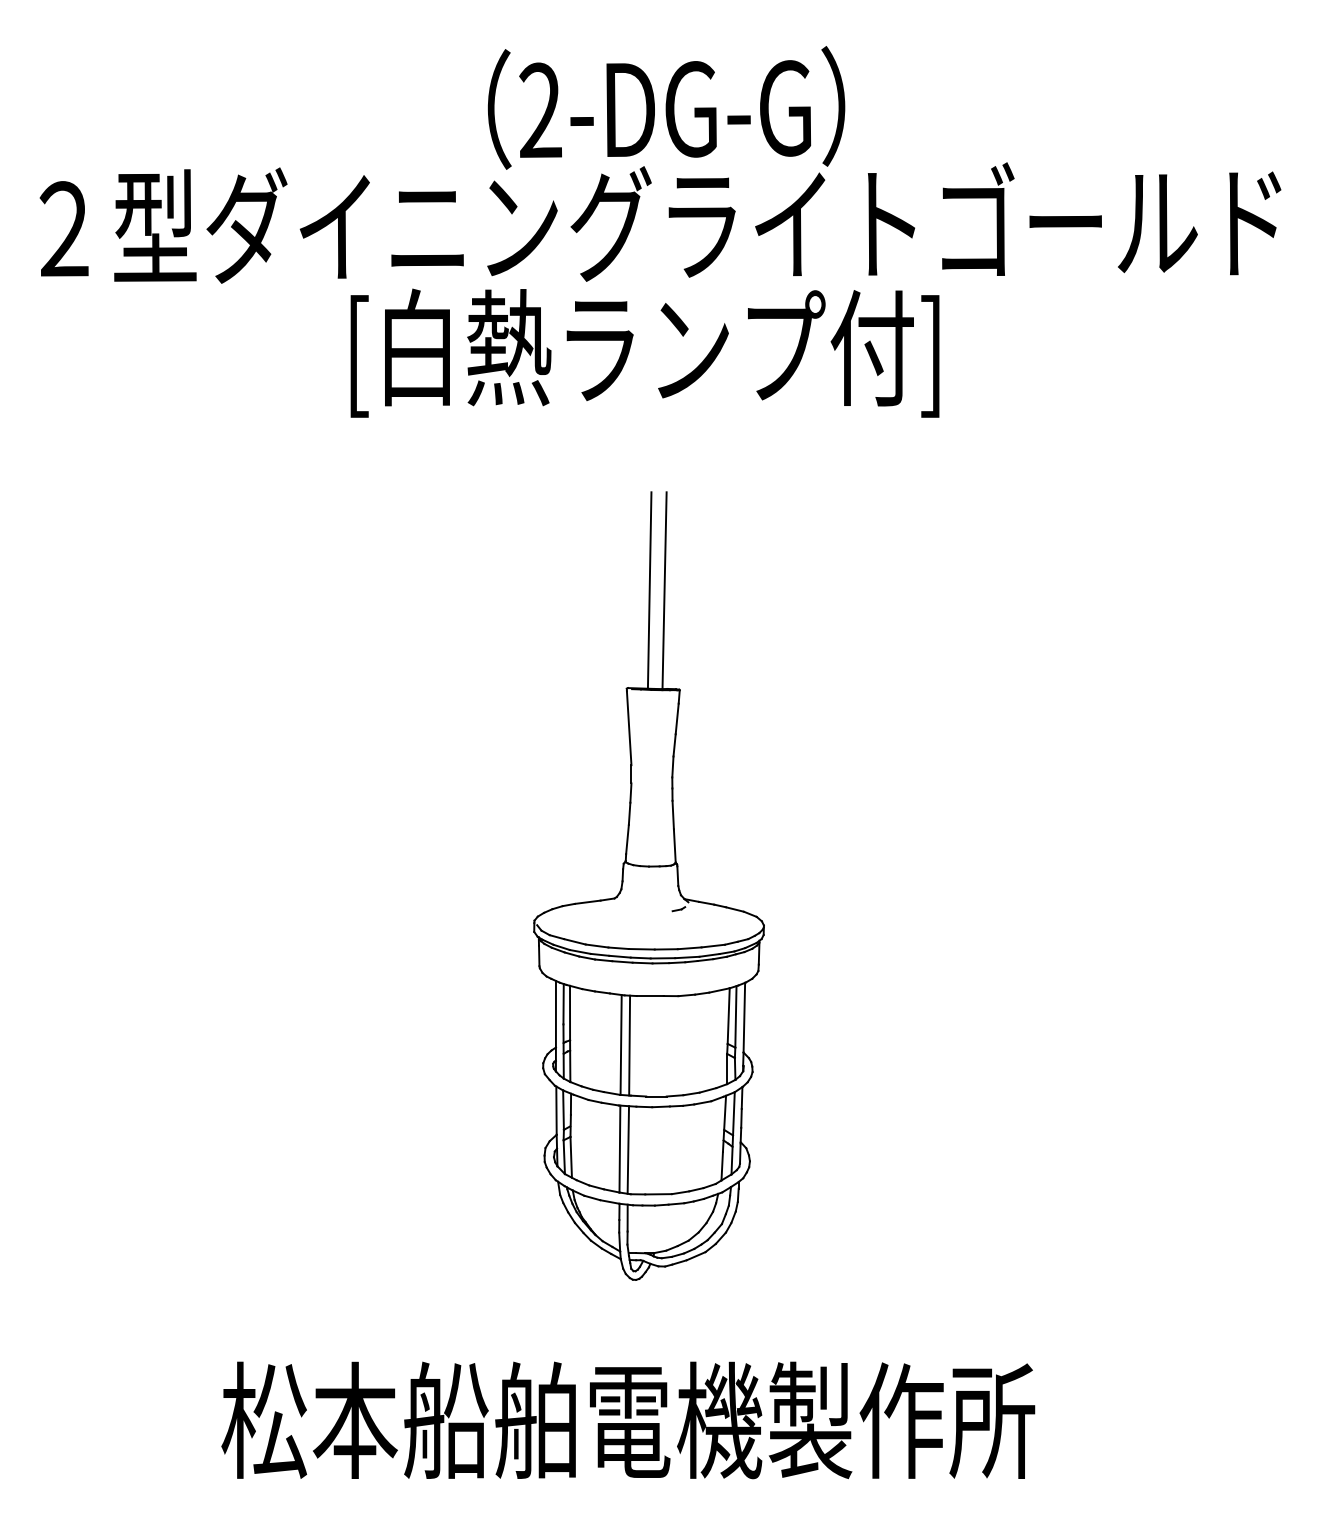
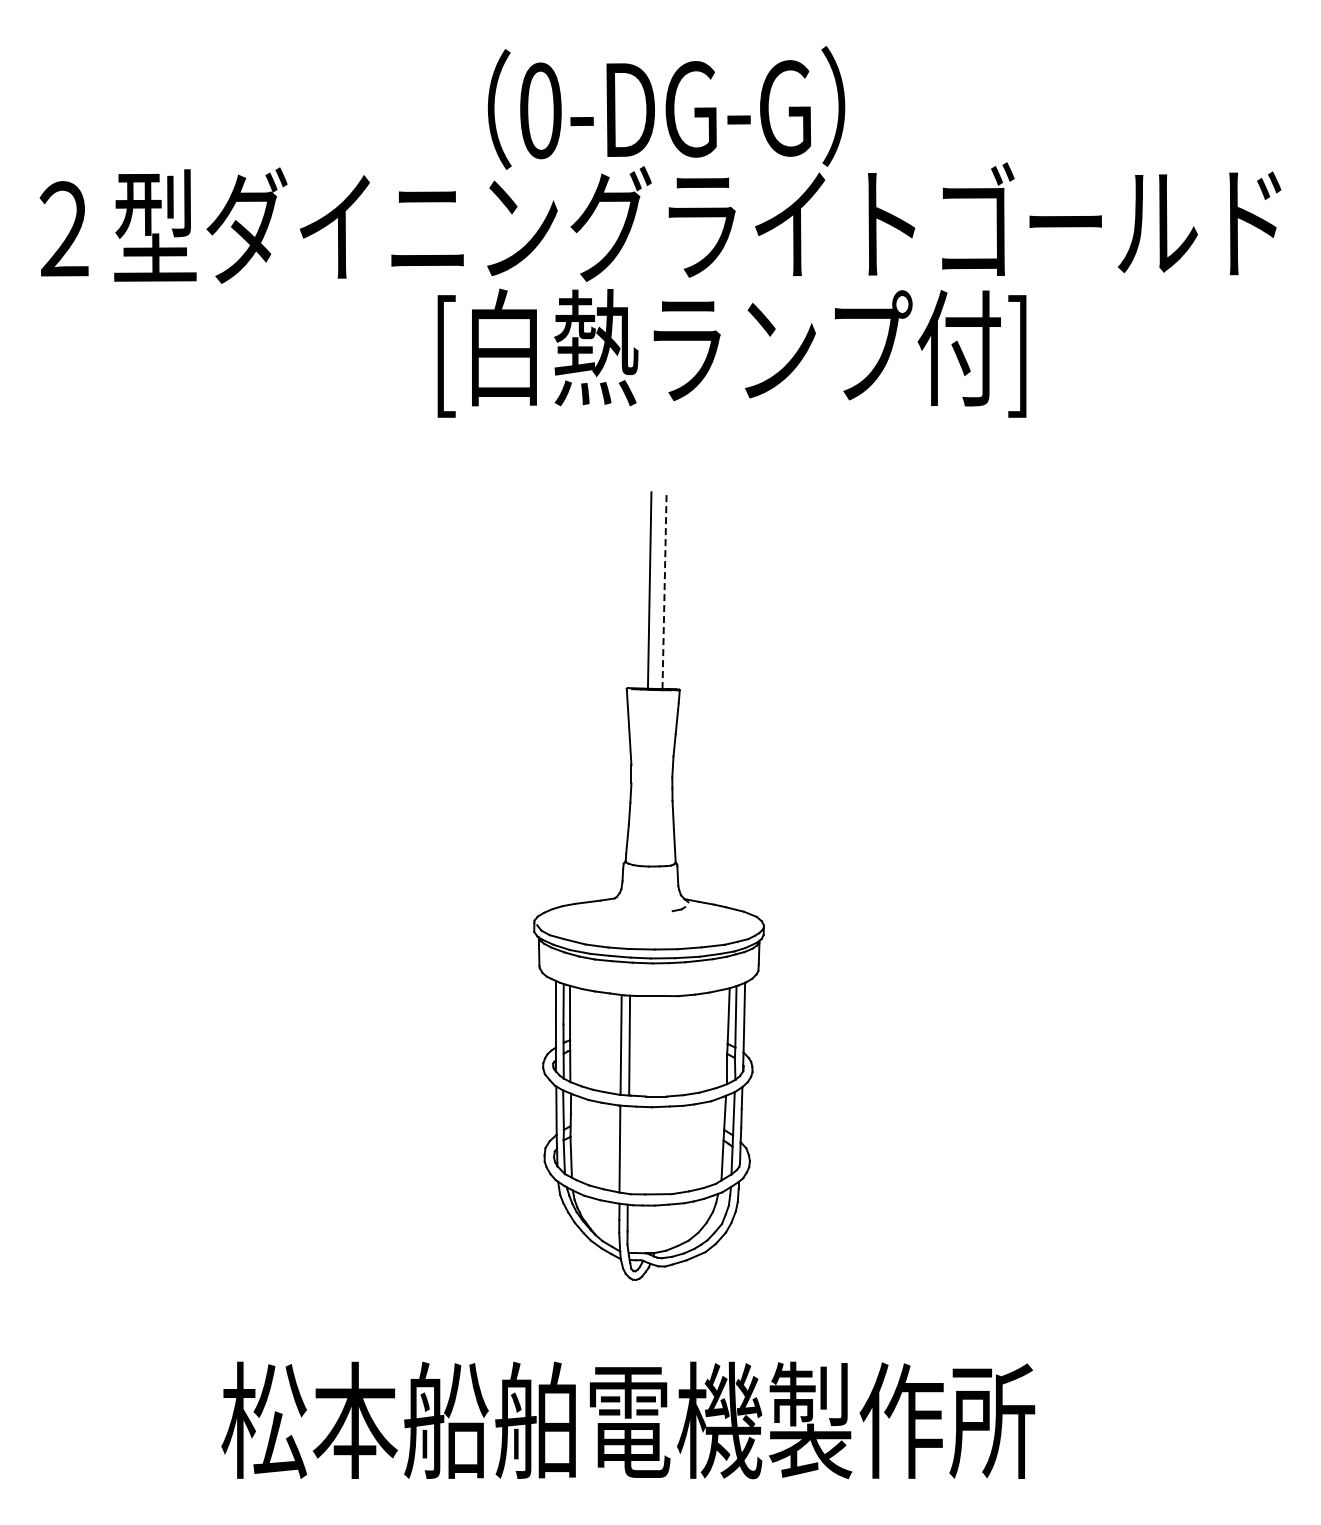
text at (540, 110): 2-DG-G -> 0-DG-G
text at (644, 352) position: (644, 352) -> (731, 352)
line at (664, 590): solid -> dashed
line at (628, 1149): present -> none
